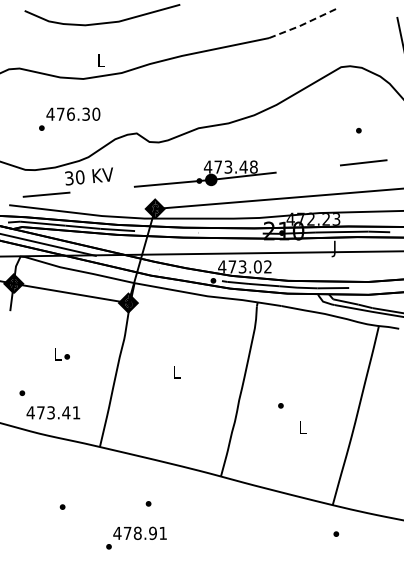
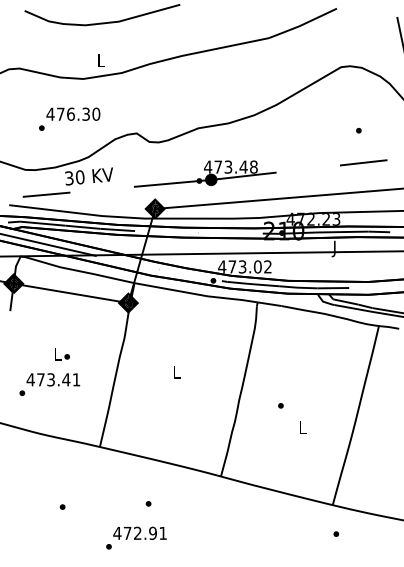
line at (303, 24): dashed -> solid
text at (53, 412) position: (53, 412) -> (53, 379)
text at (137, 532): 478.91 -> 472.91
